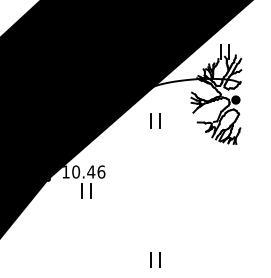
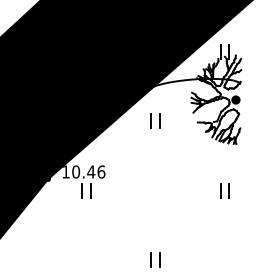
part at (224, 190): none -> present
